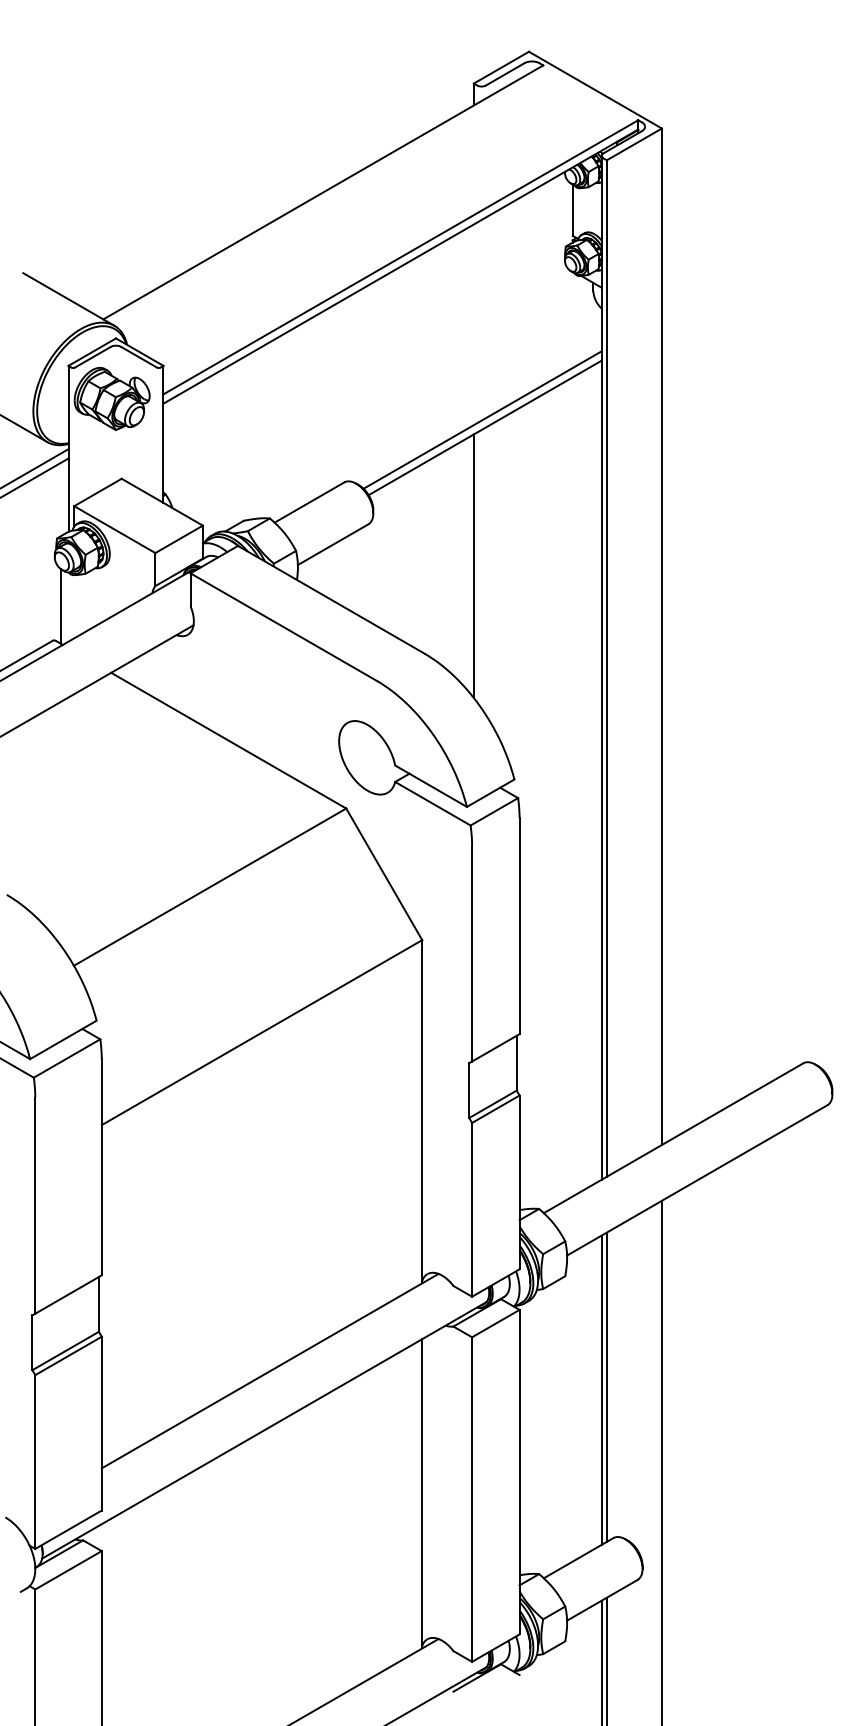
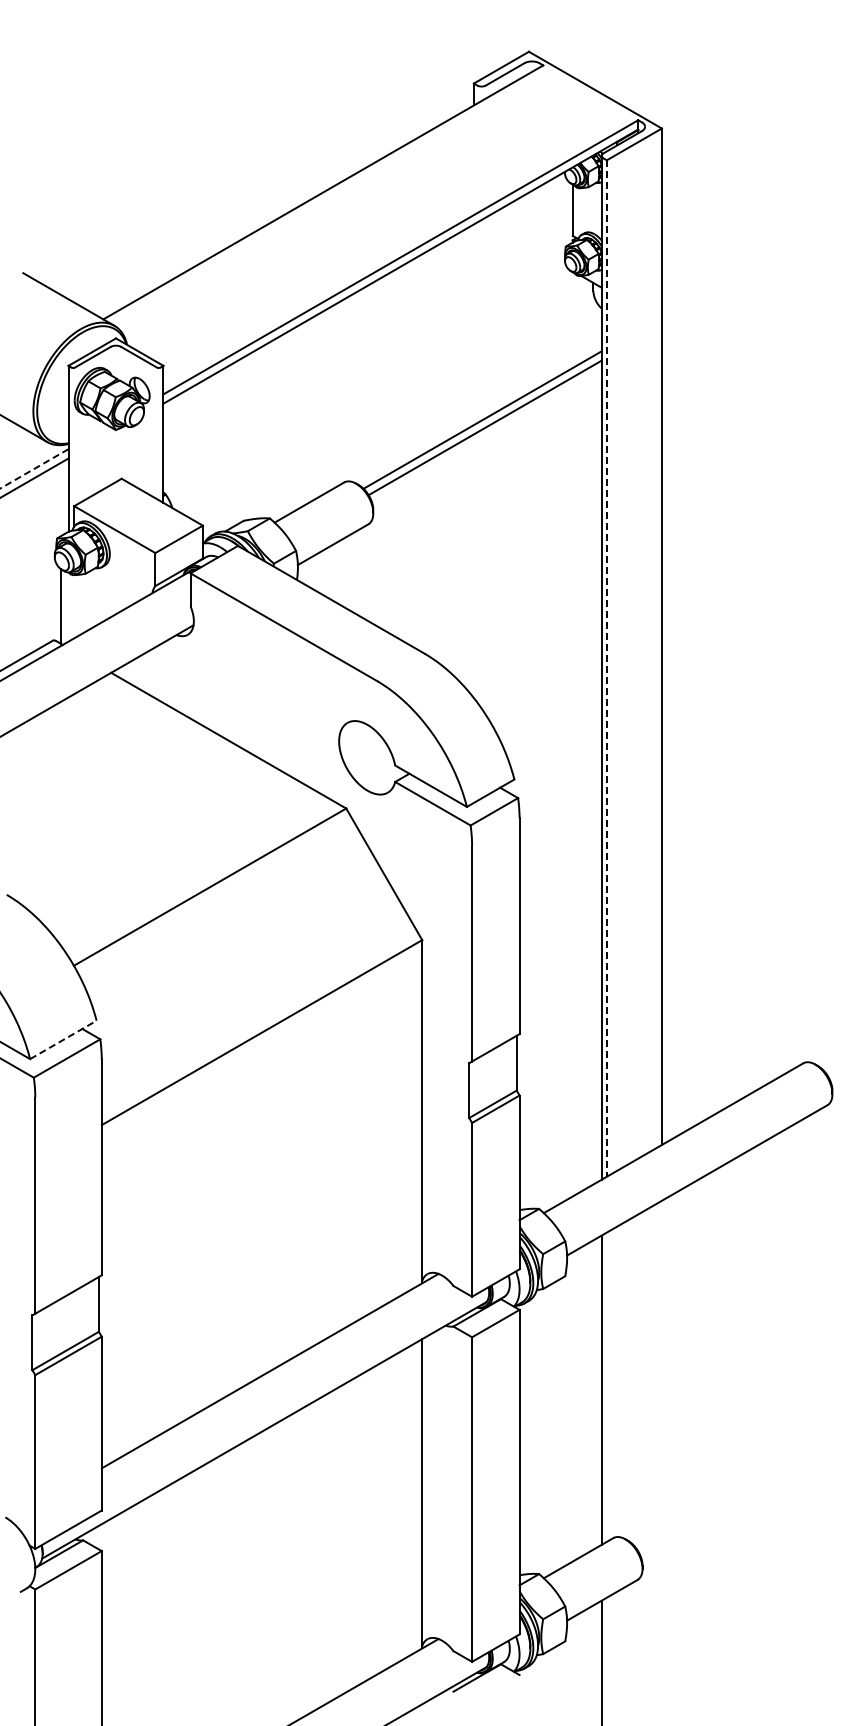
line at (33, 469): solid -> dashed
line at (473, 566): present -> none
line at (606, 669): solid -> dashed
line at (63, 1039): solid -> dashed
line at (606, 1386): present -> none
line at (661, 1461): present -> none
line at (606, 1659): present -> none
